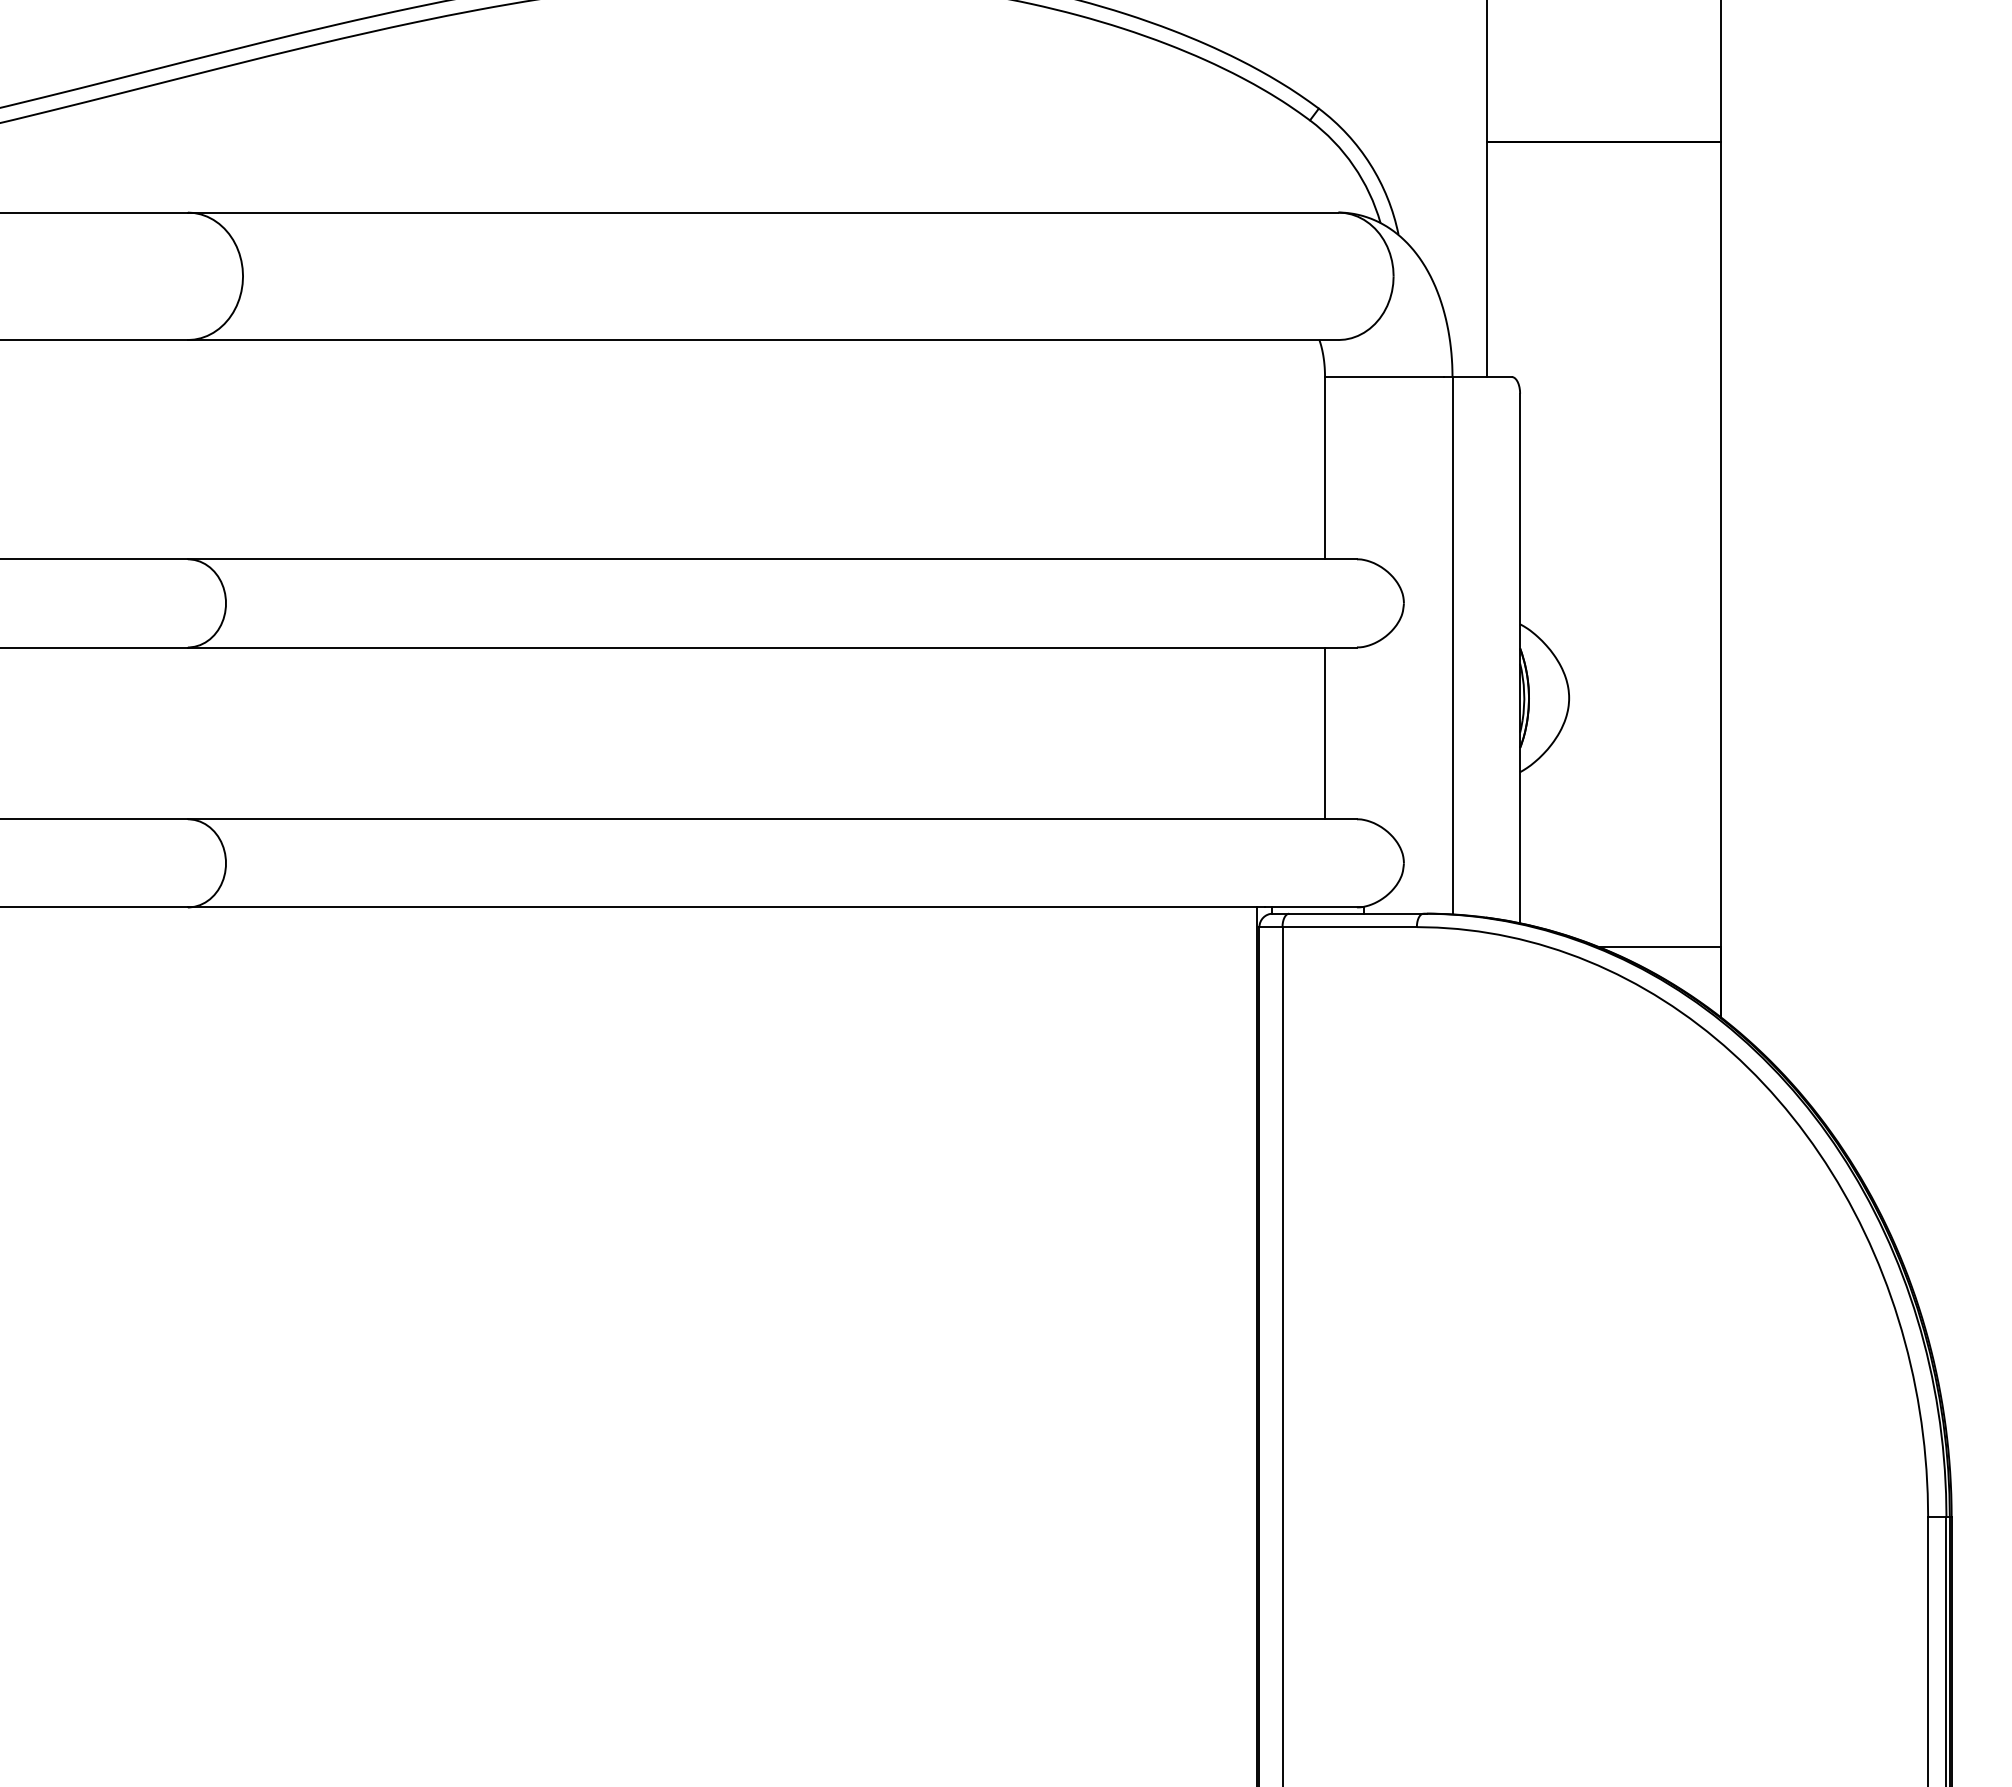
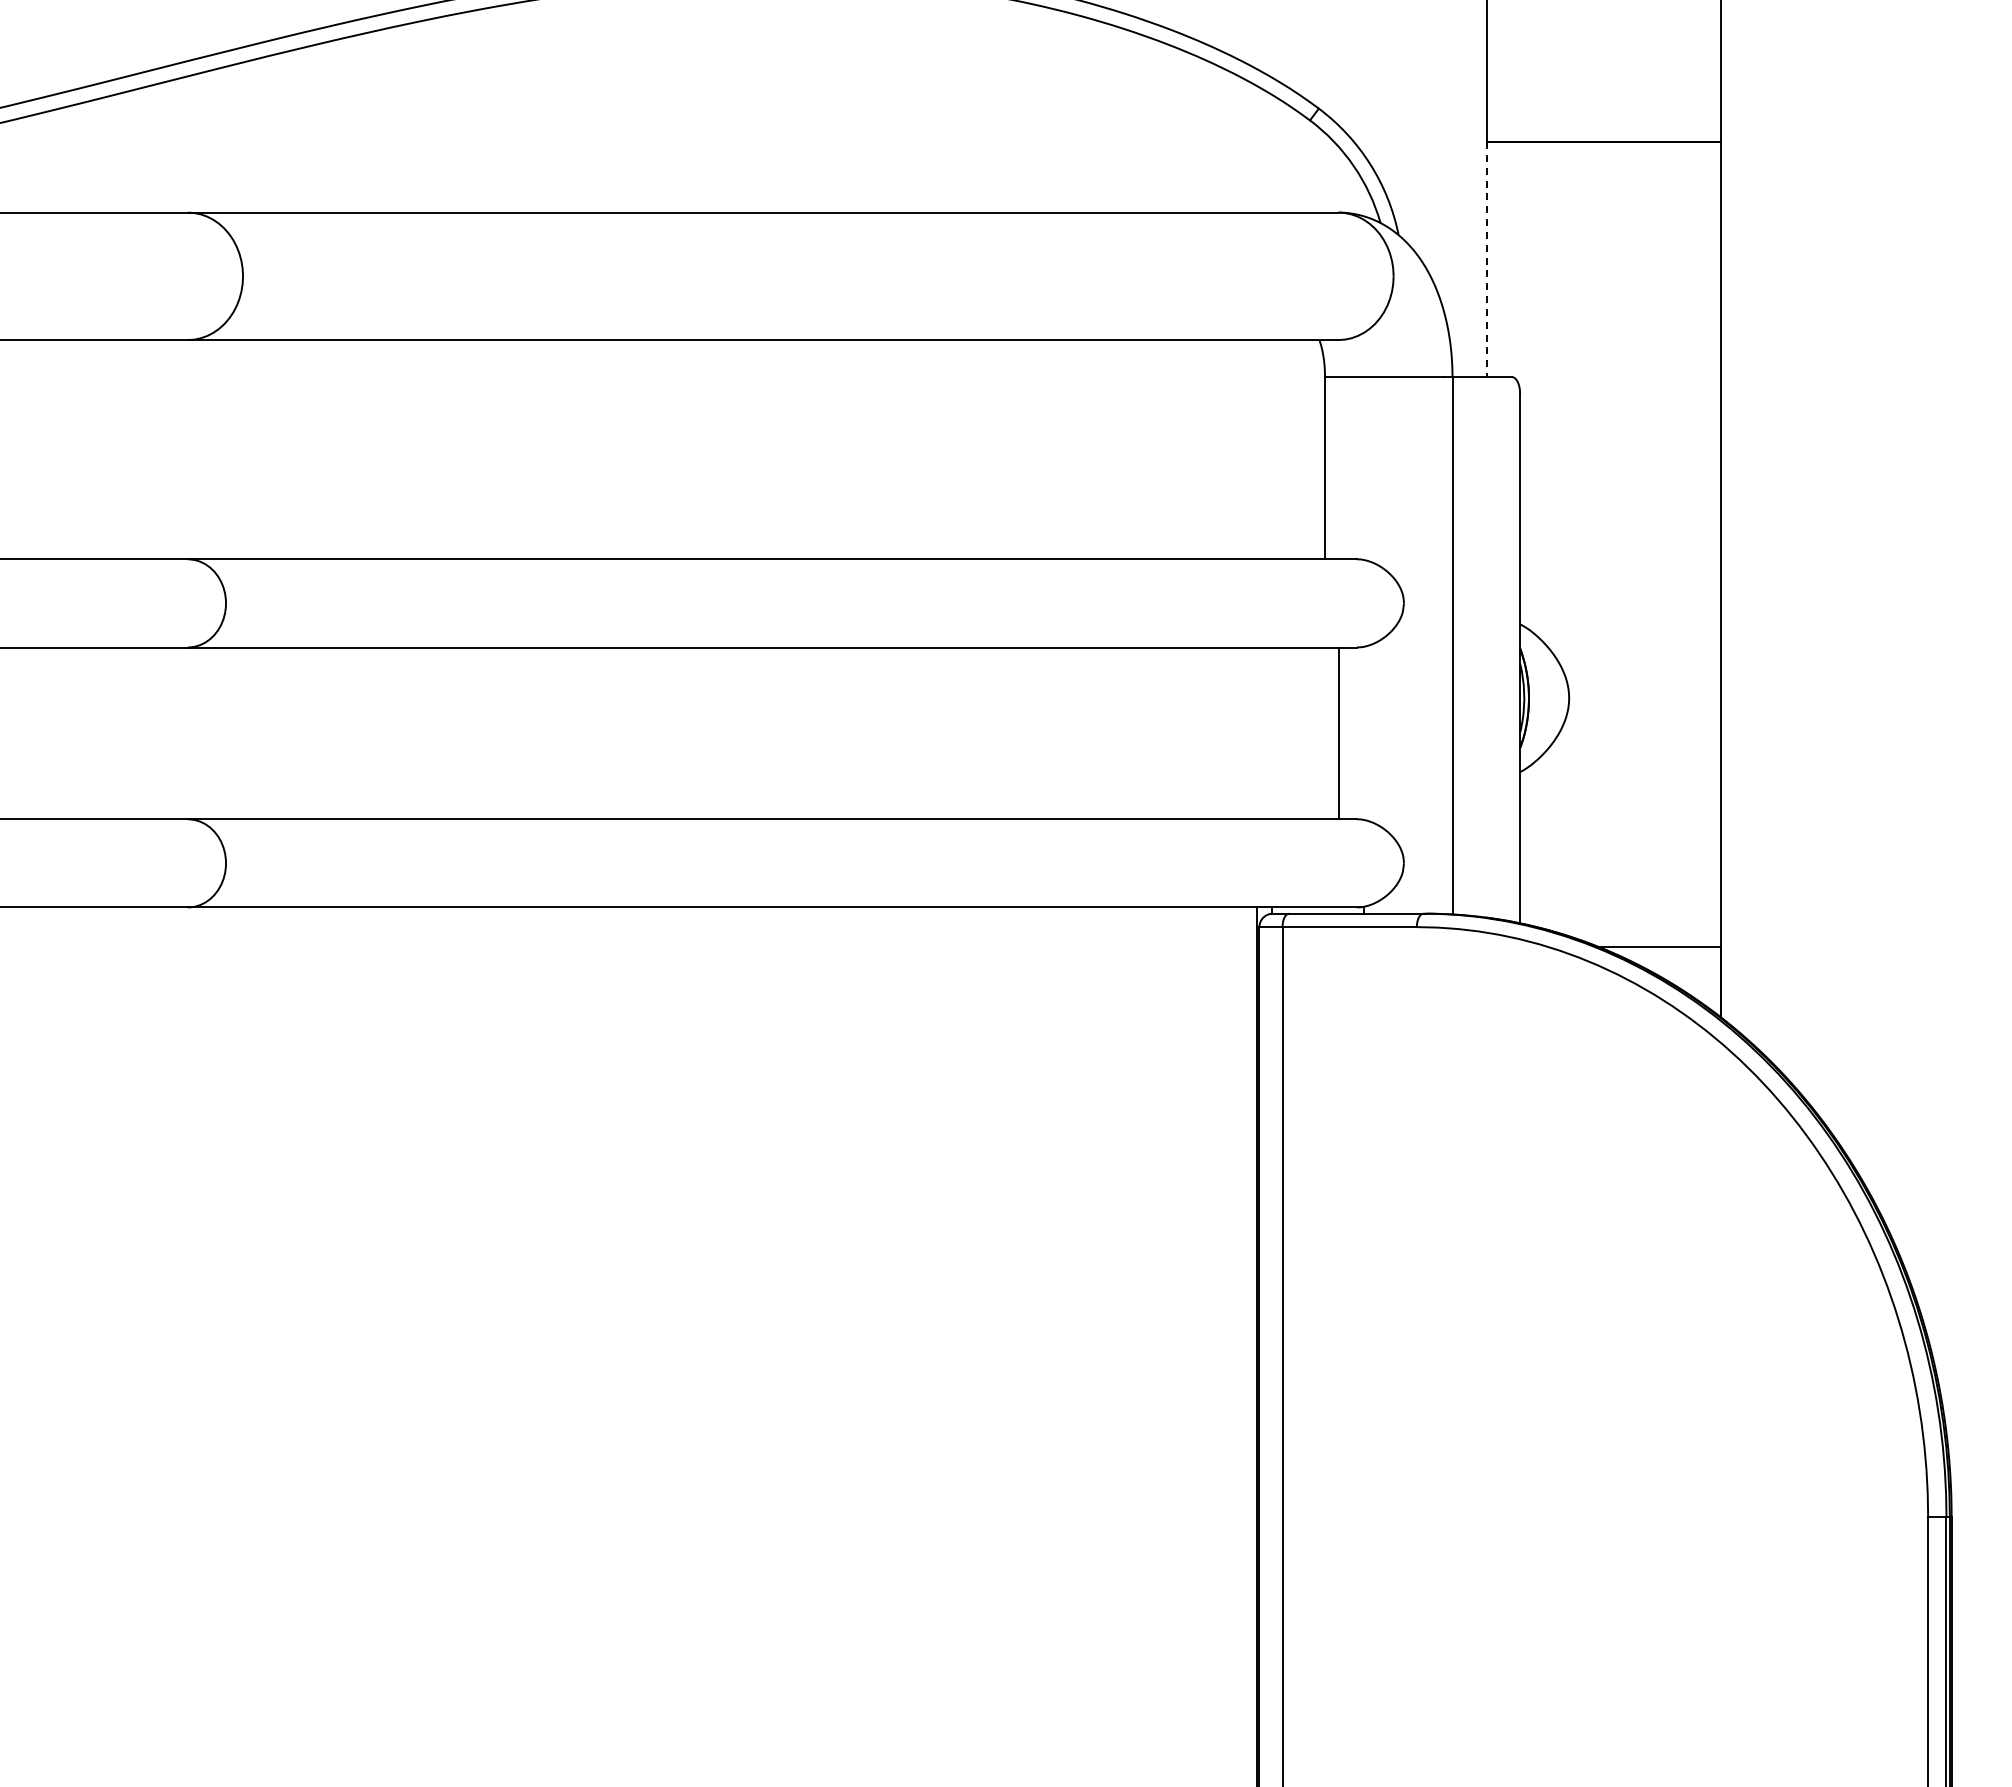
line at (1486, 260): solid -> dashed
line at (1325, 733) position: (1325, 733) -> (1339, 733)
